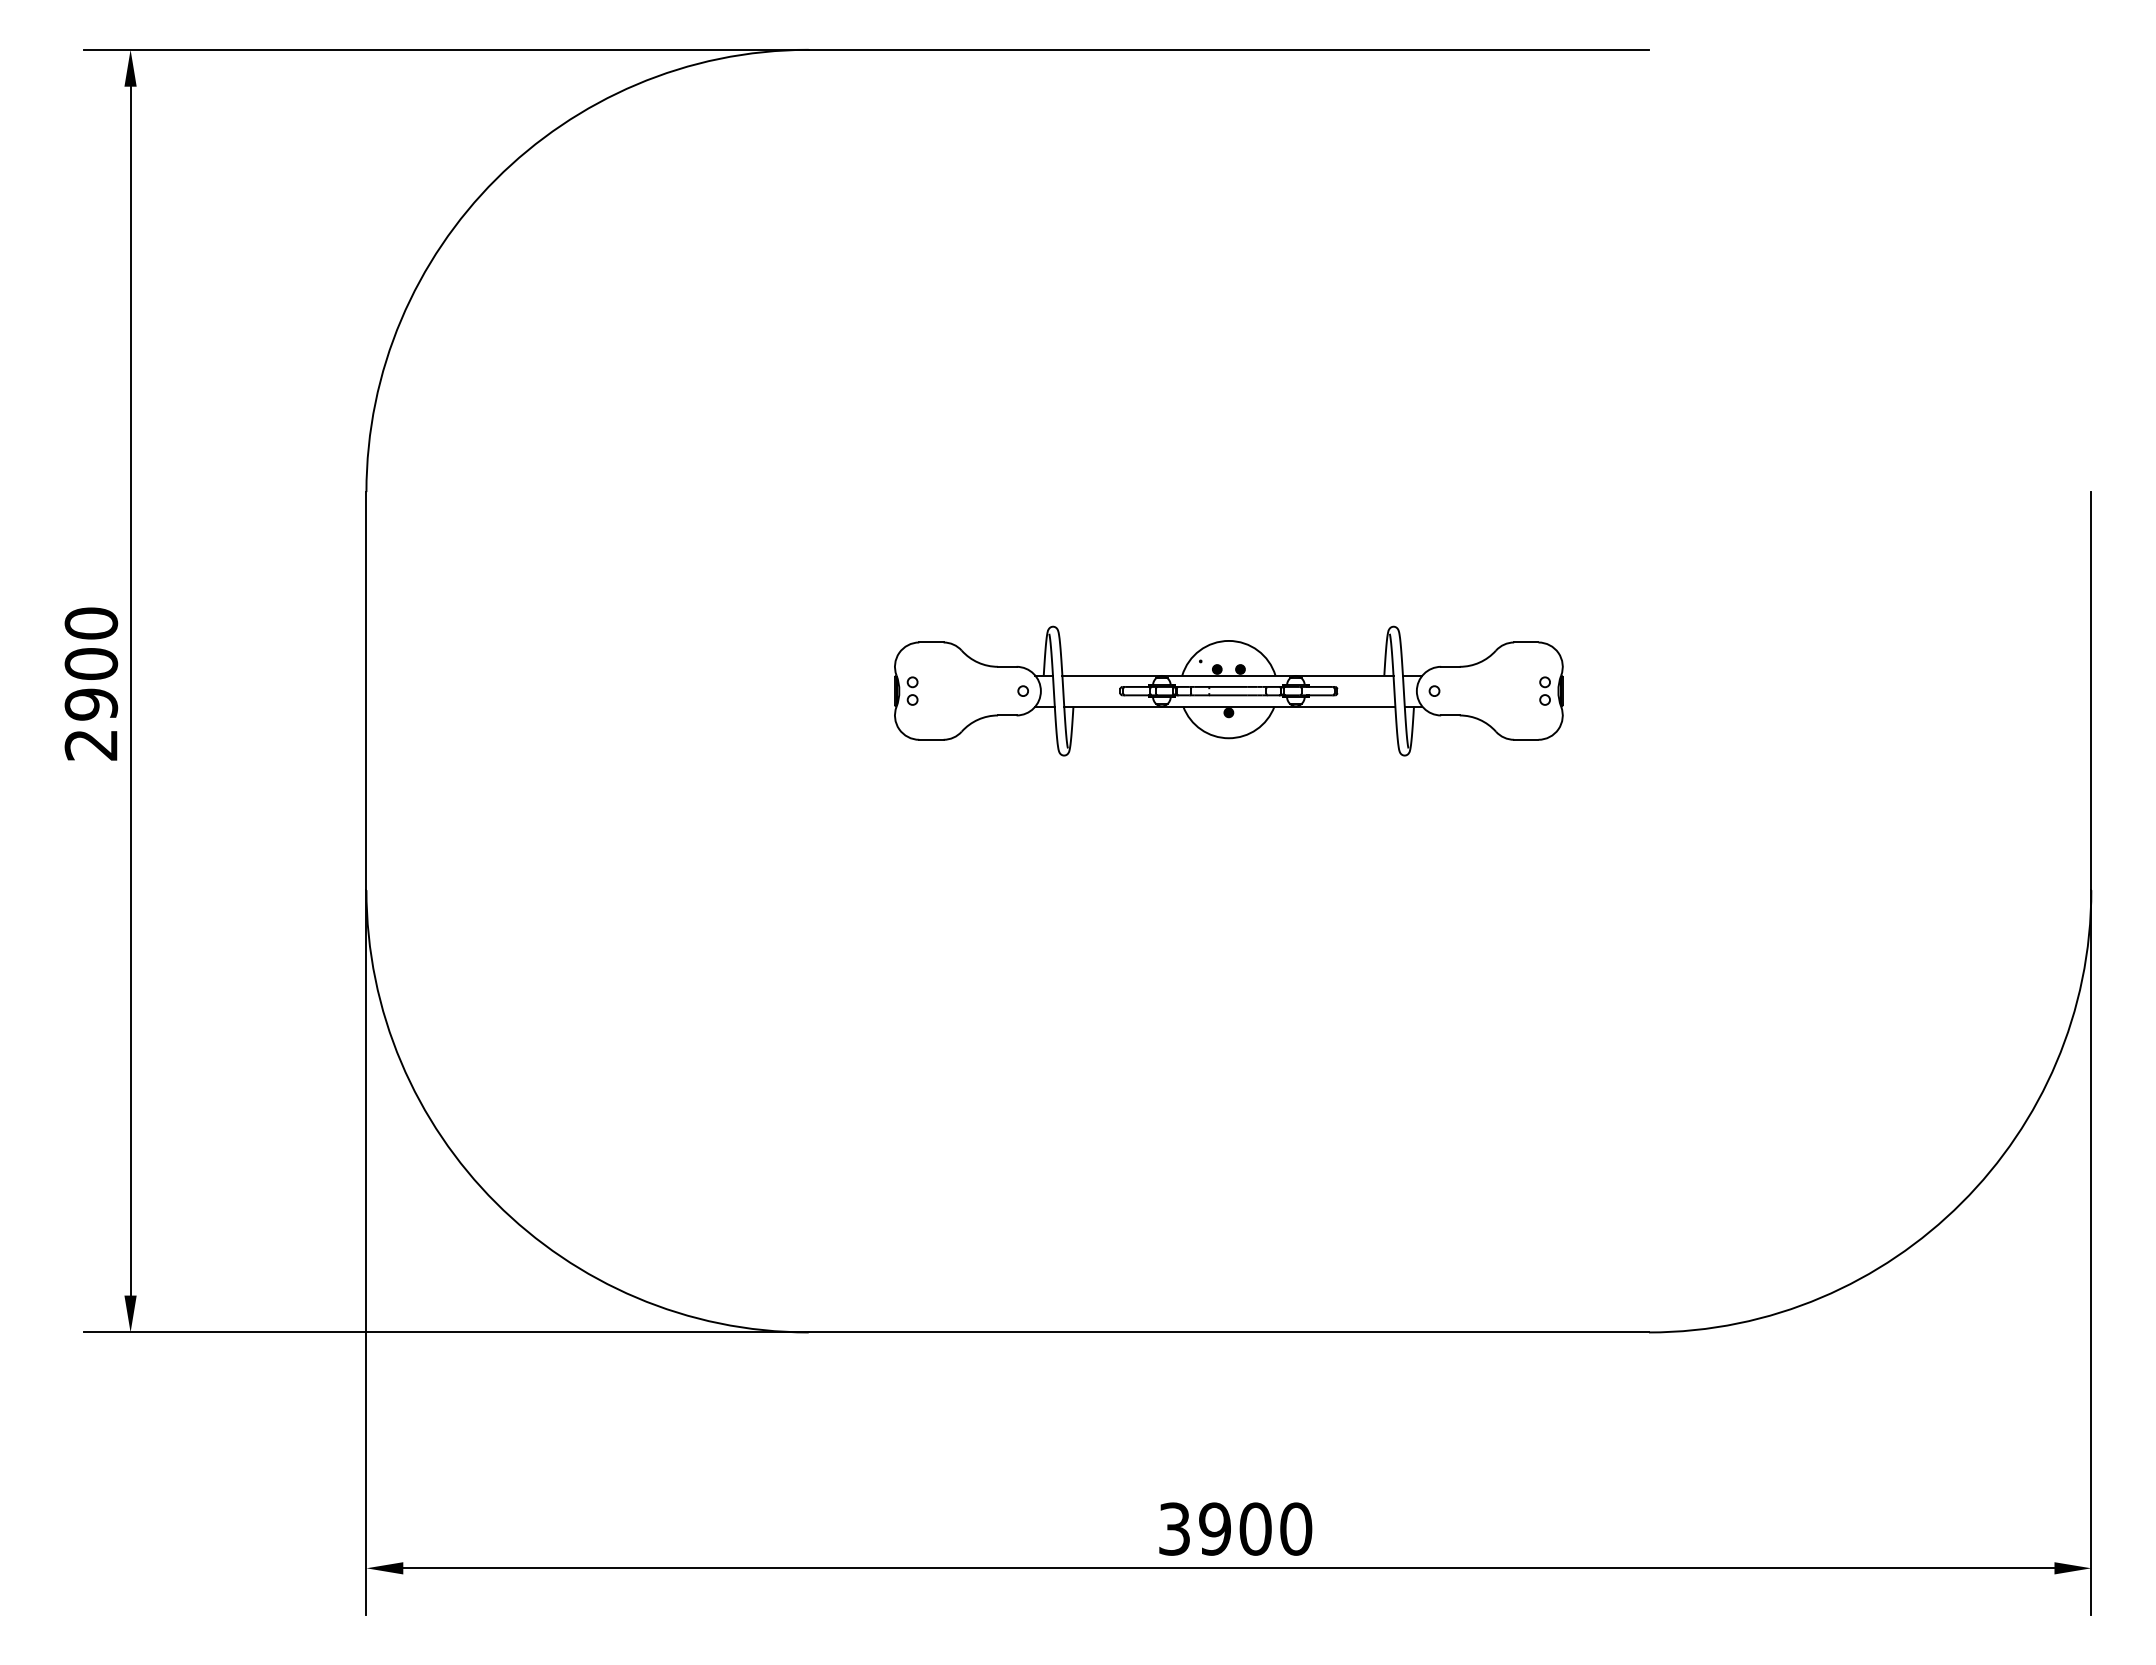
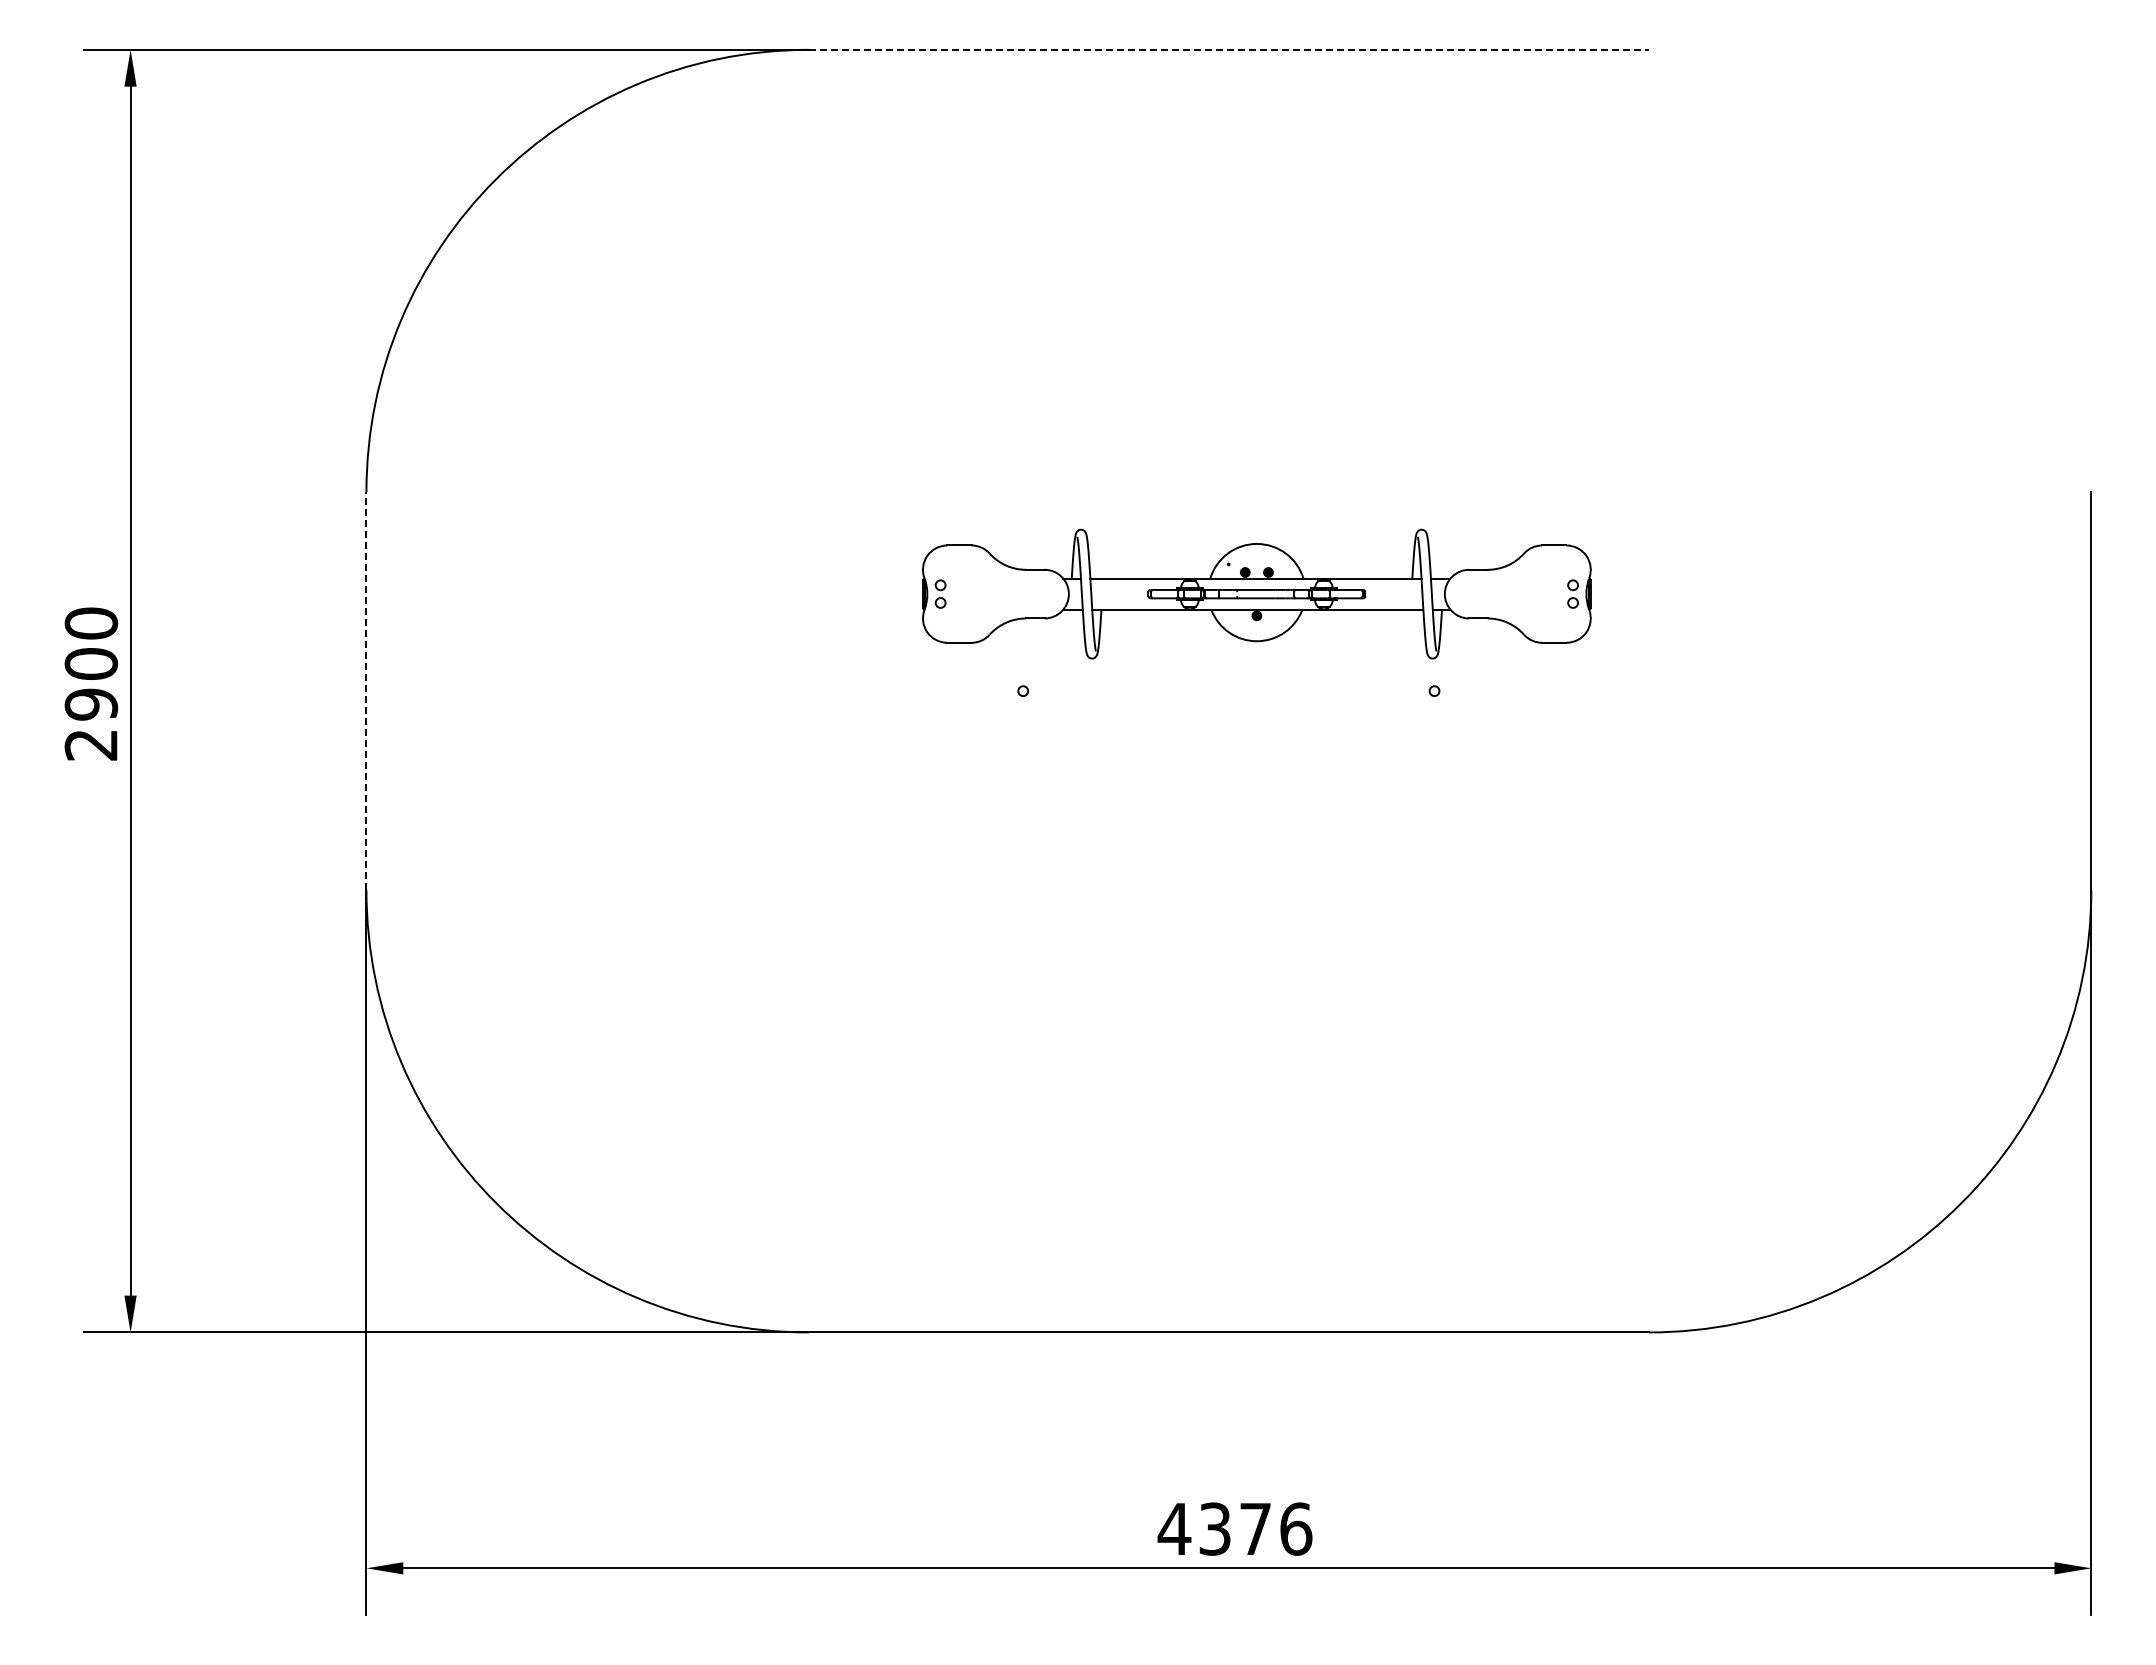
line at (1229, 49): solid -> dashed
line at (366, 690): solid -> dashed
part at (1228, 690) position: (1228, 690) -> (1256, 593)
text at (1234, 1528): 3900 -> 4376
